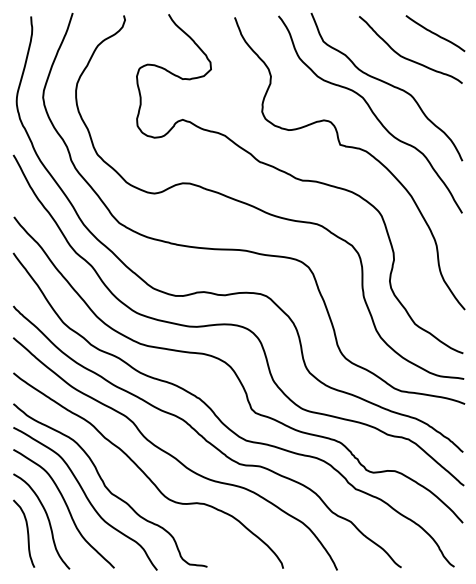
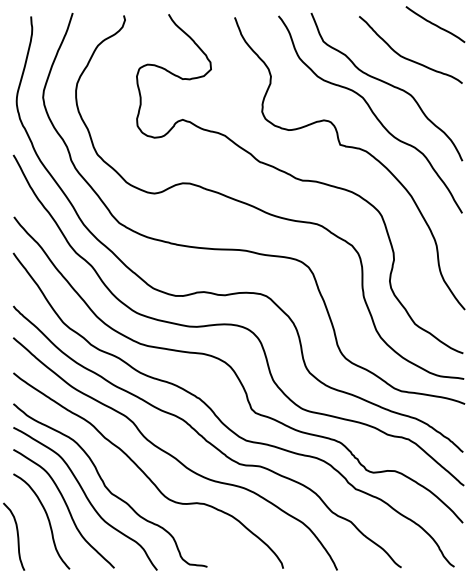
curve at (435, 33) position: (435, 33) -> (435, 24)
curve at (27, 533) position: (27, 533) -> (17, 536)
